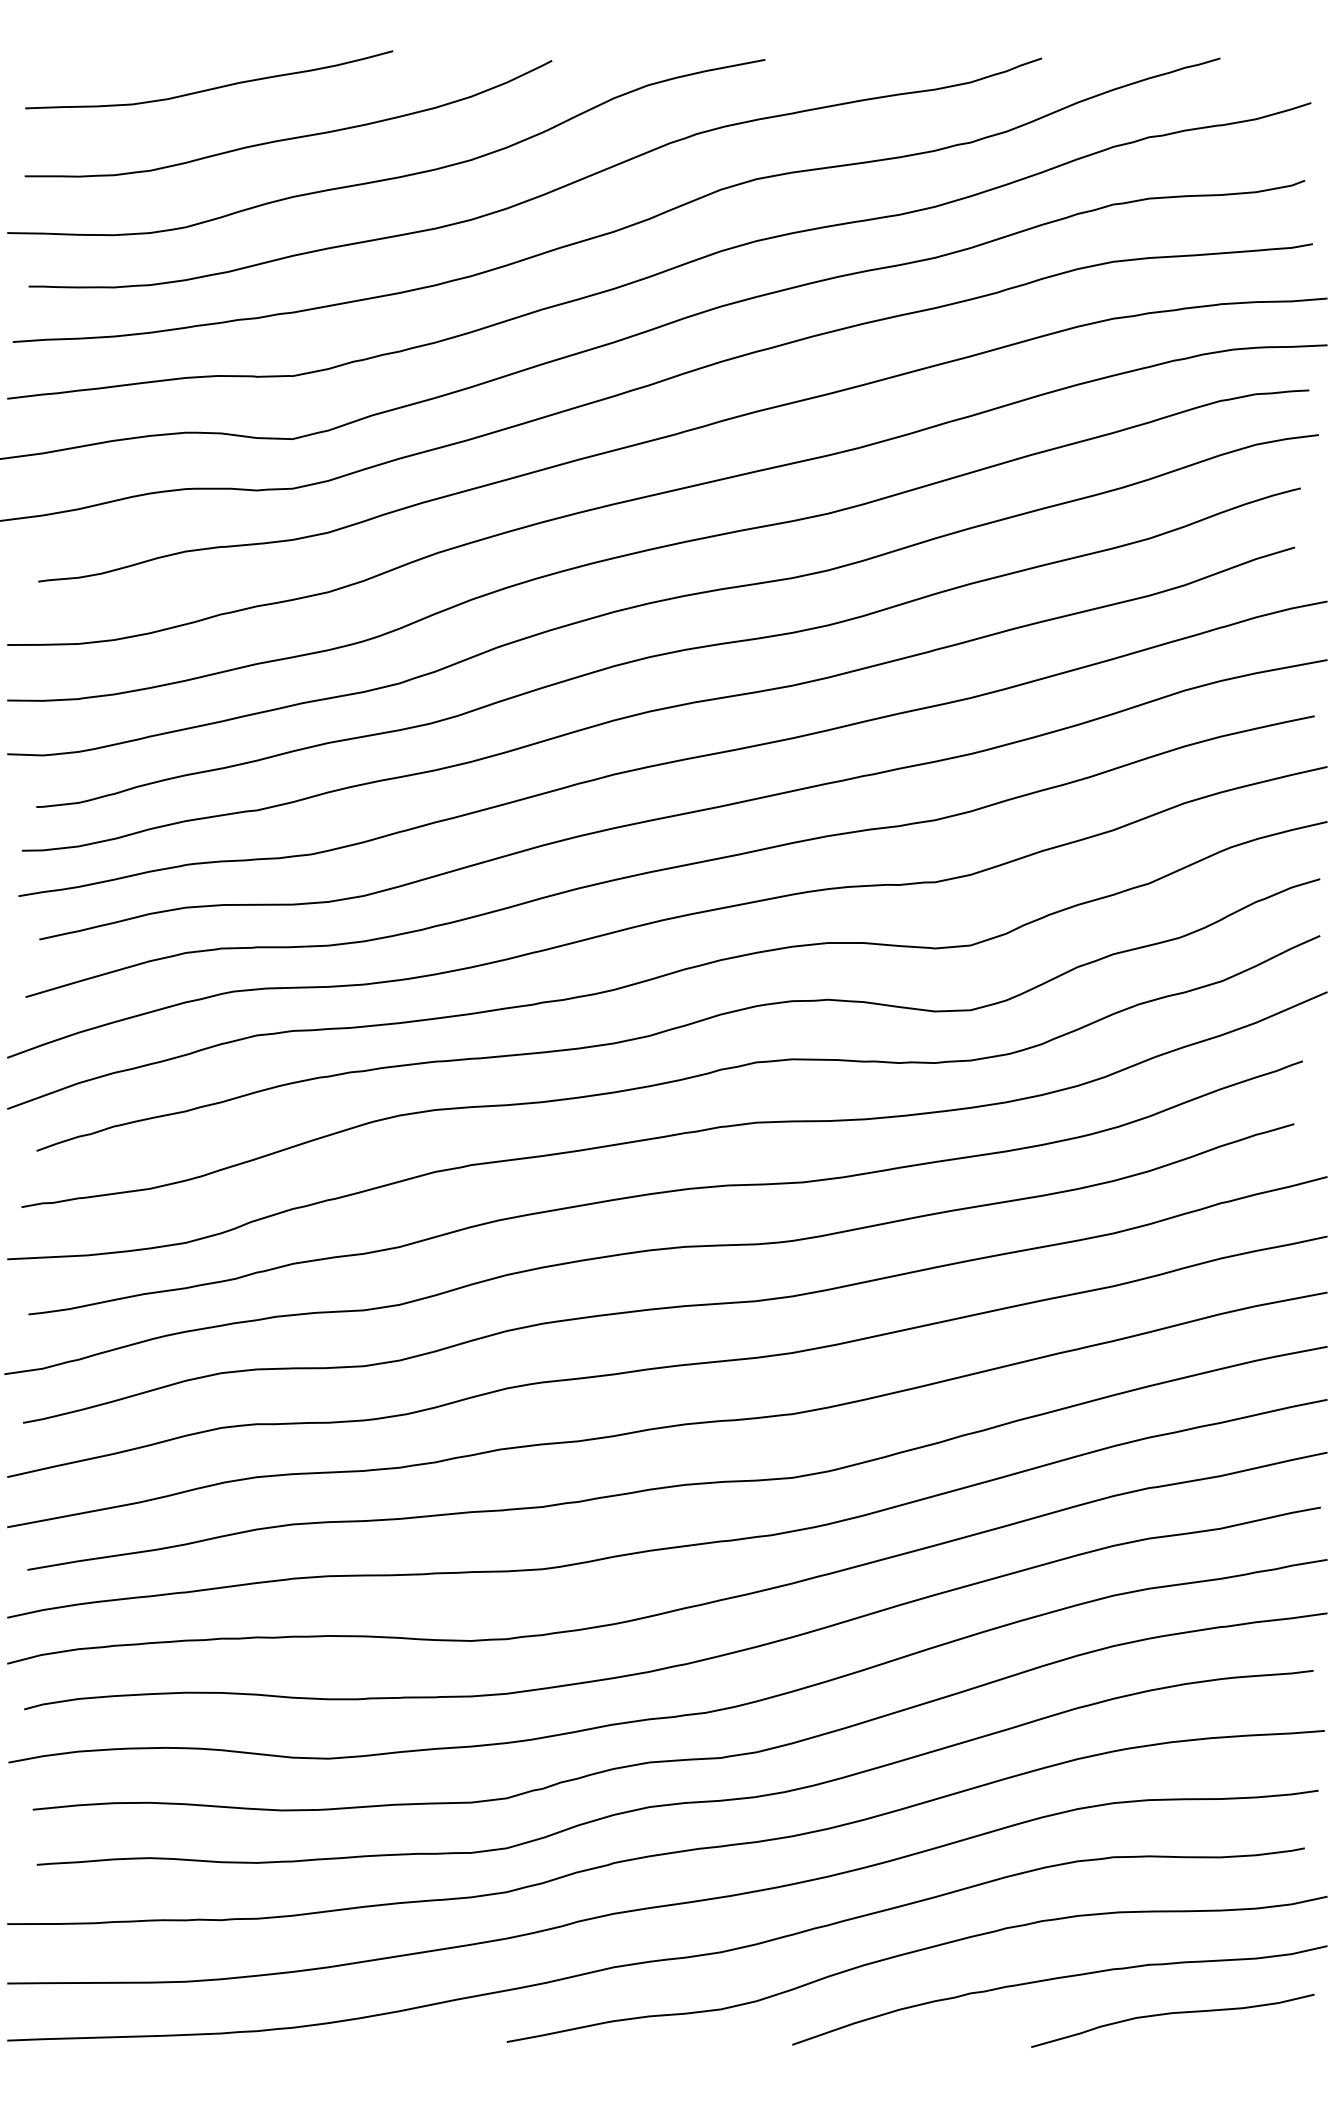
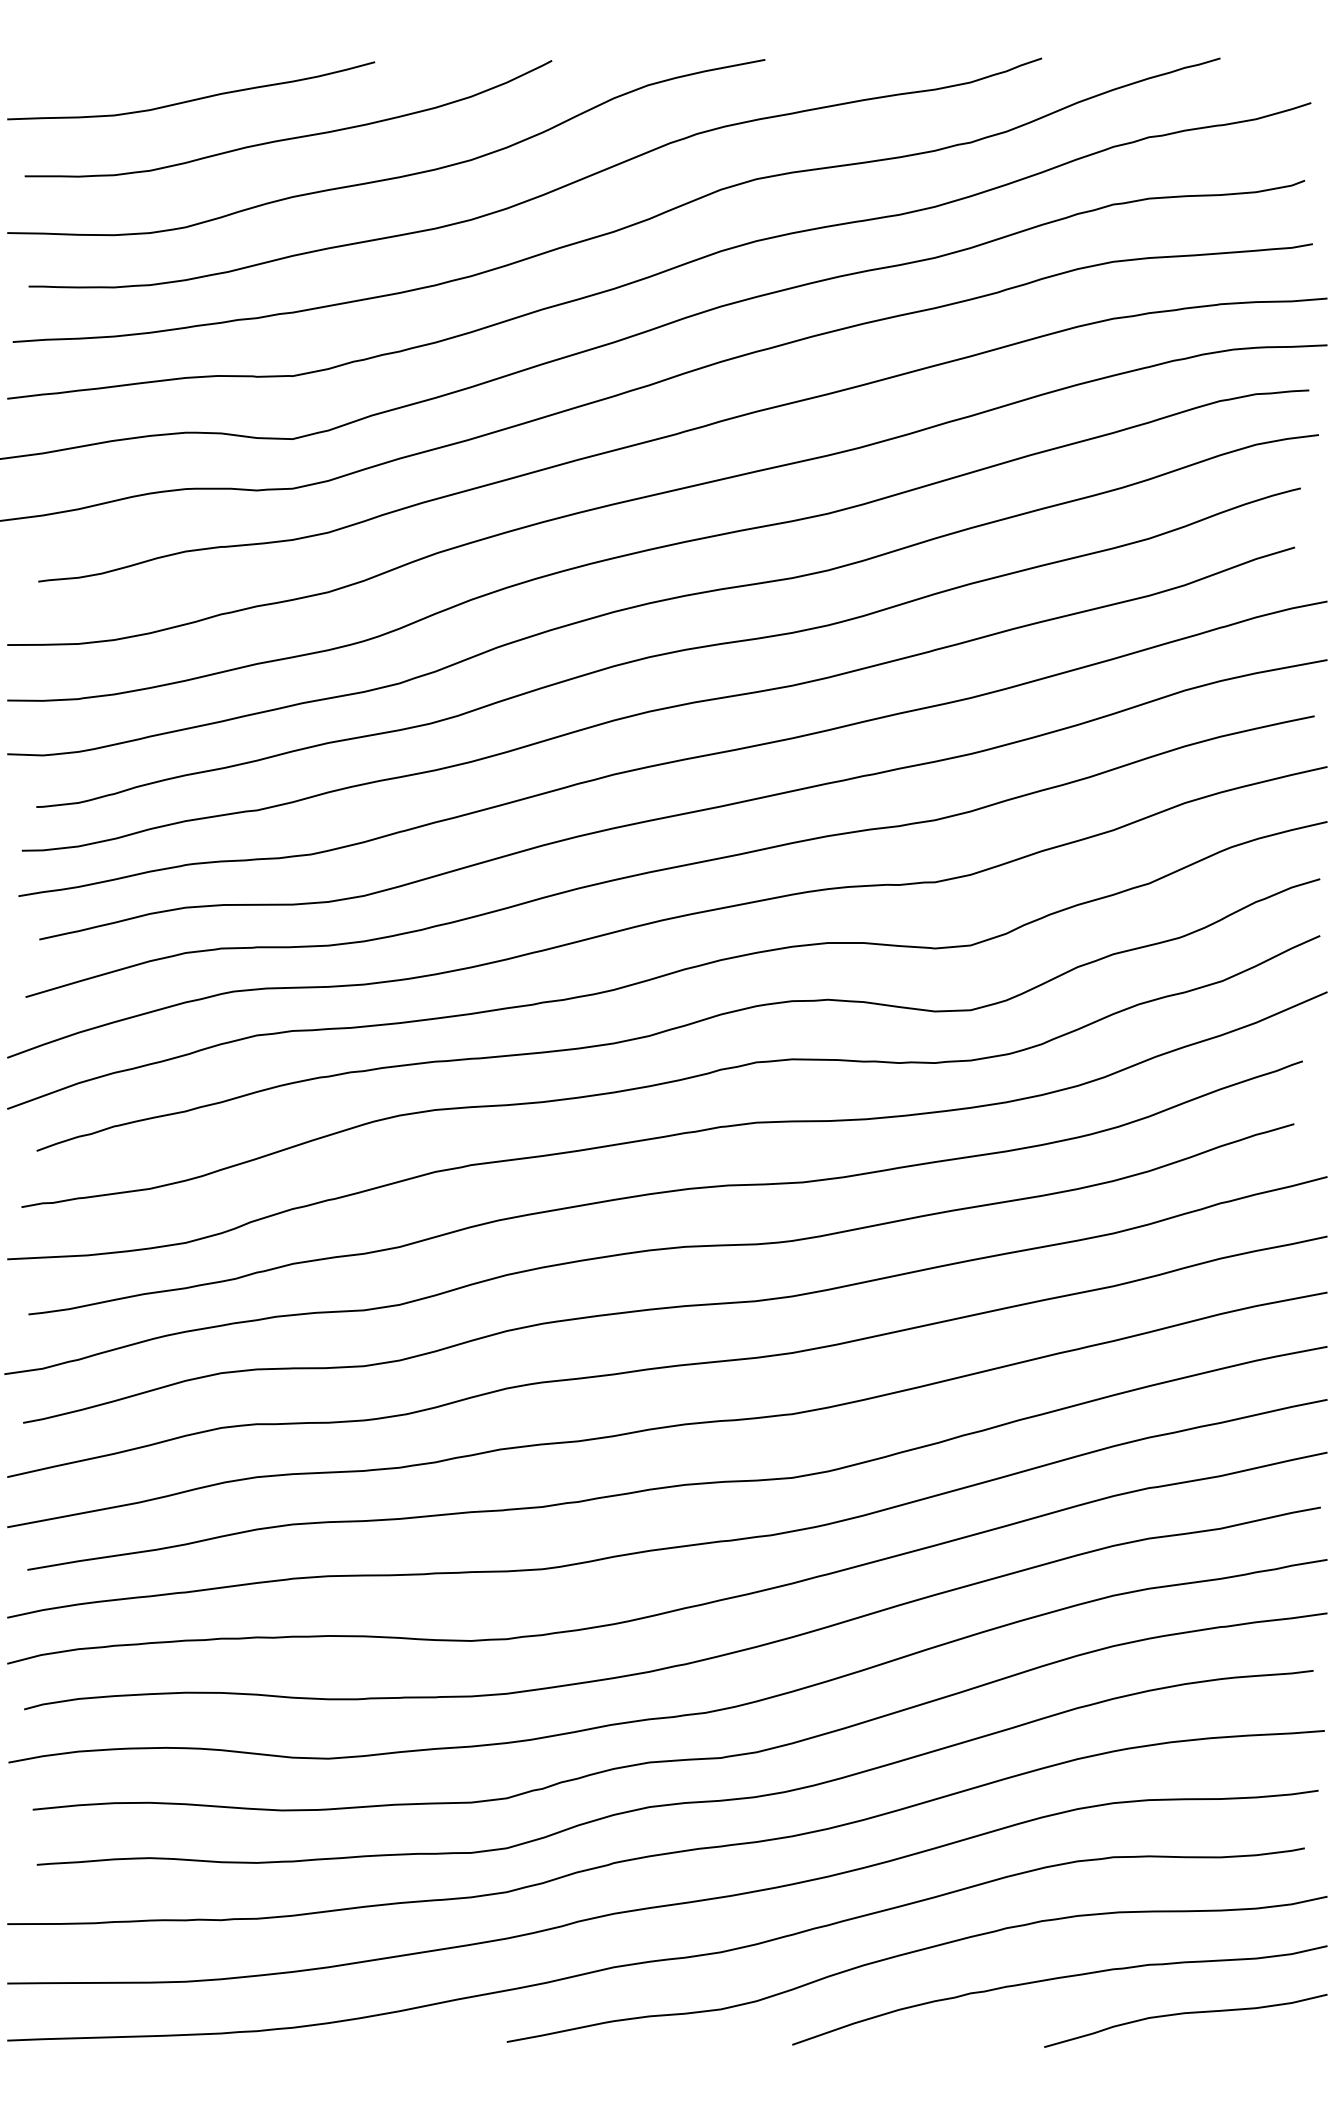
curve at (213, 87) position: (213, 87) -> (195, 98)
curve at (1171, 2014) position: (1171, 2014) -> (1184, 2014)
